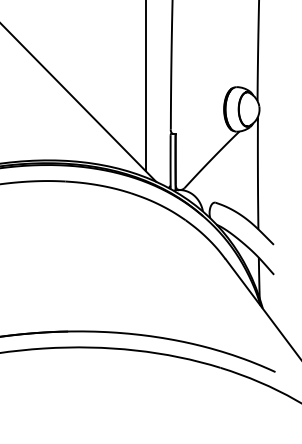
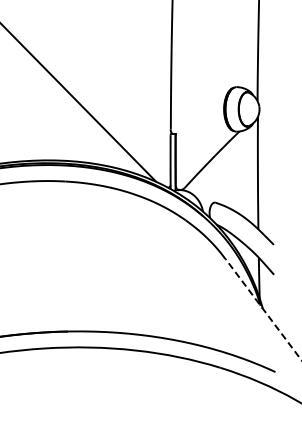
line at (145, 86): present -> none
line at (263, 309): solid -> dashed
